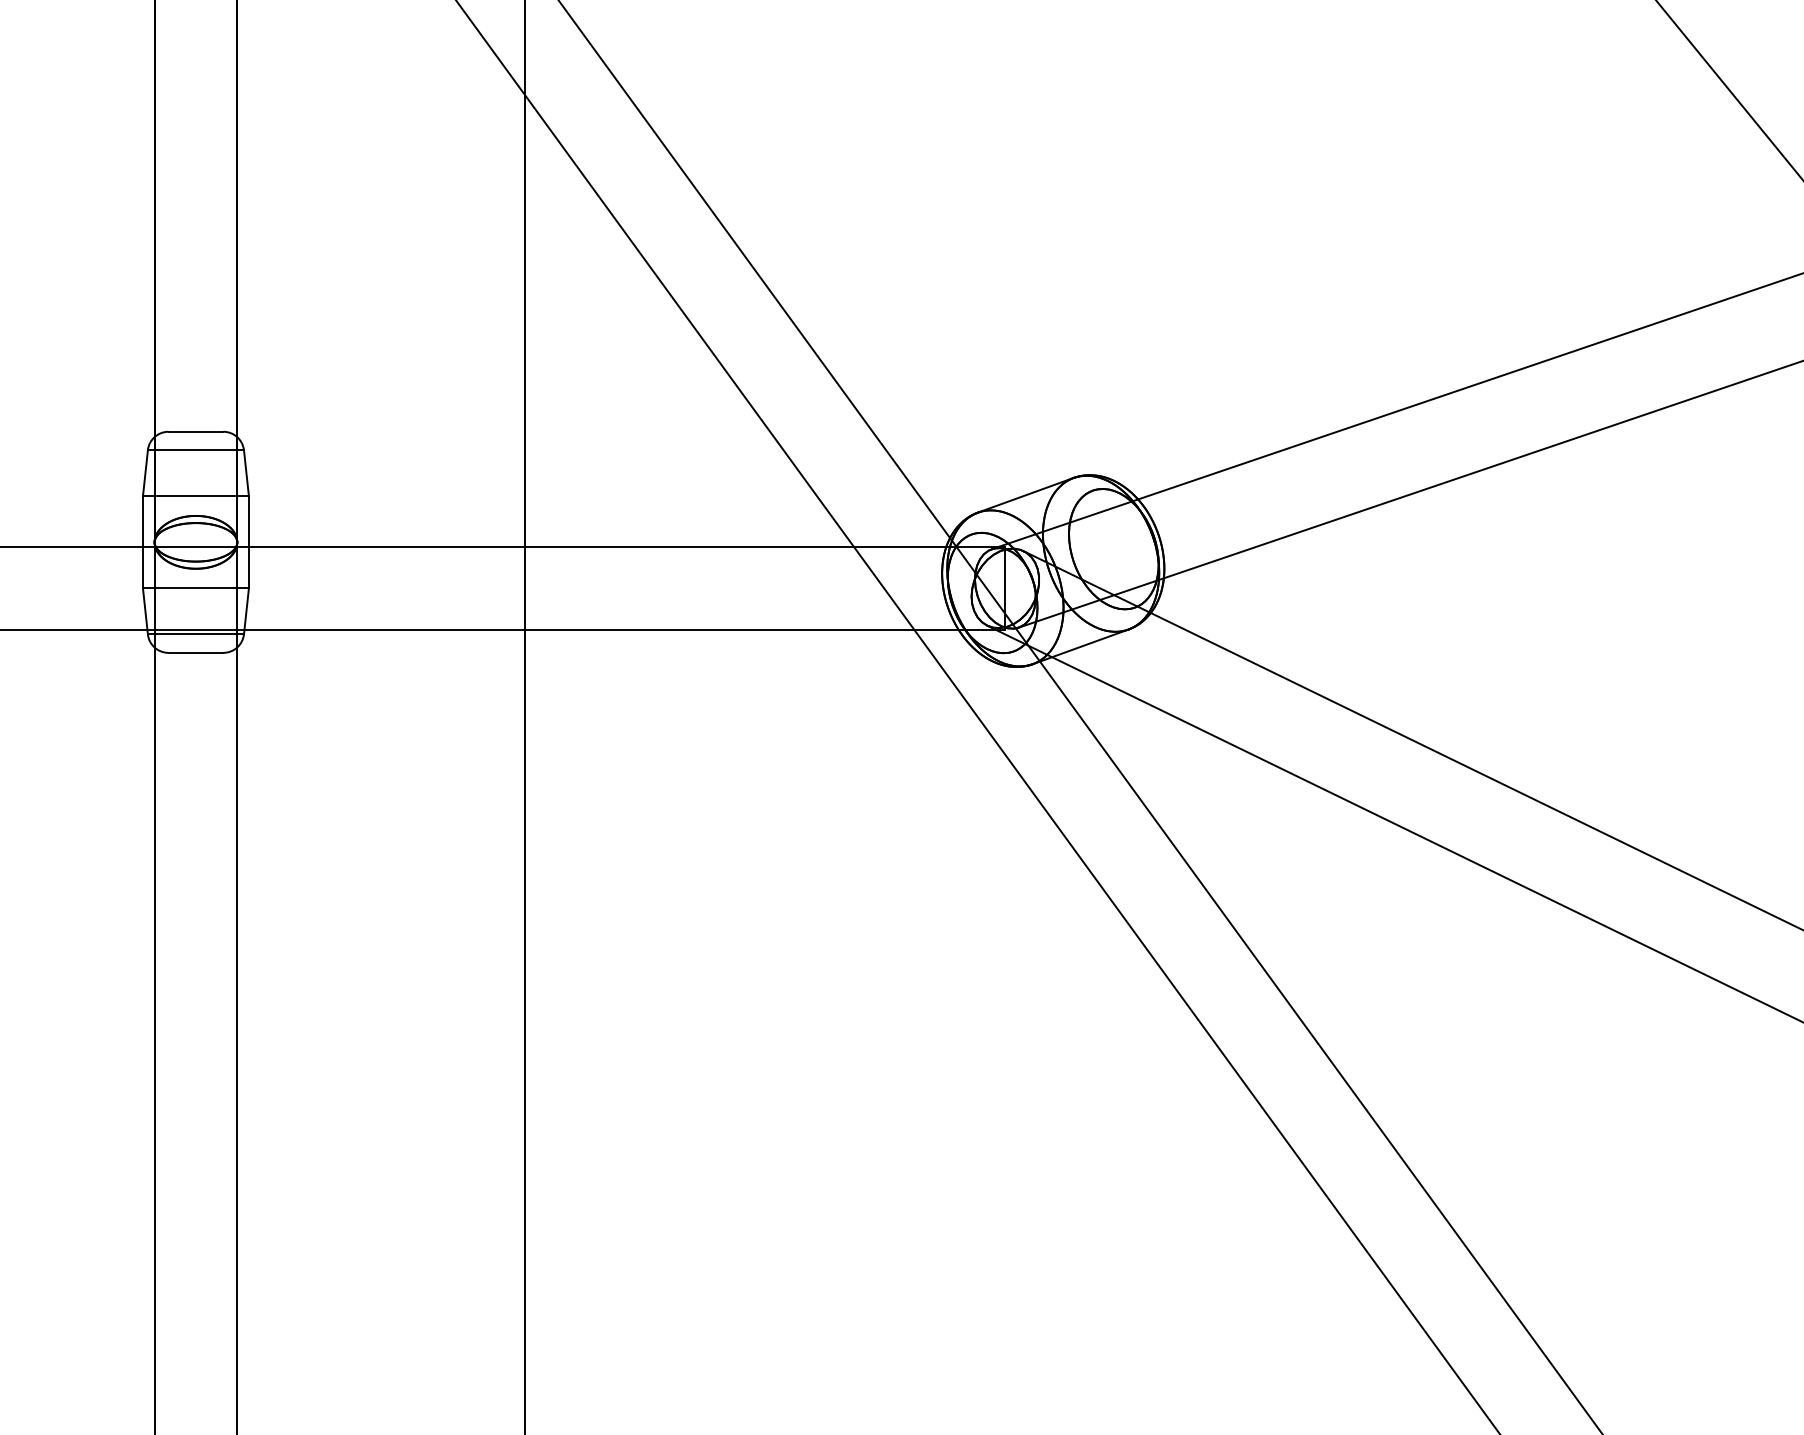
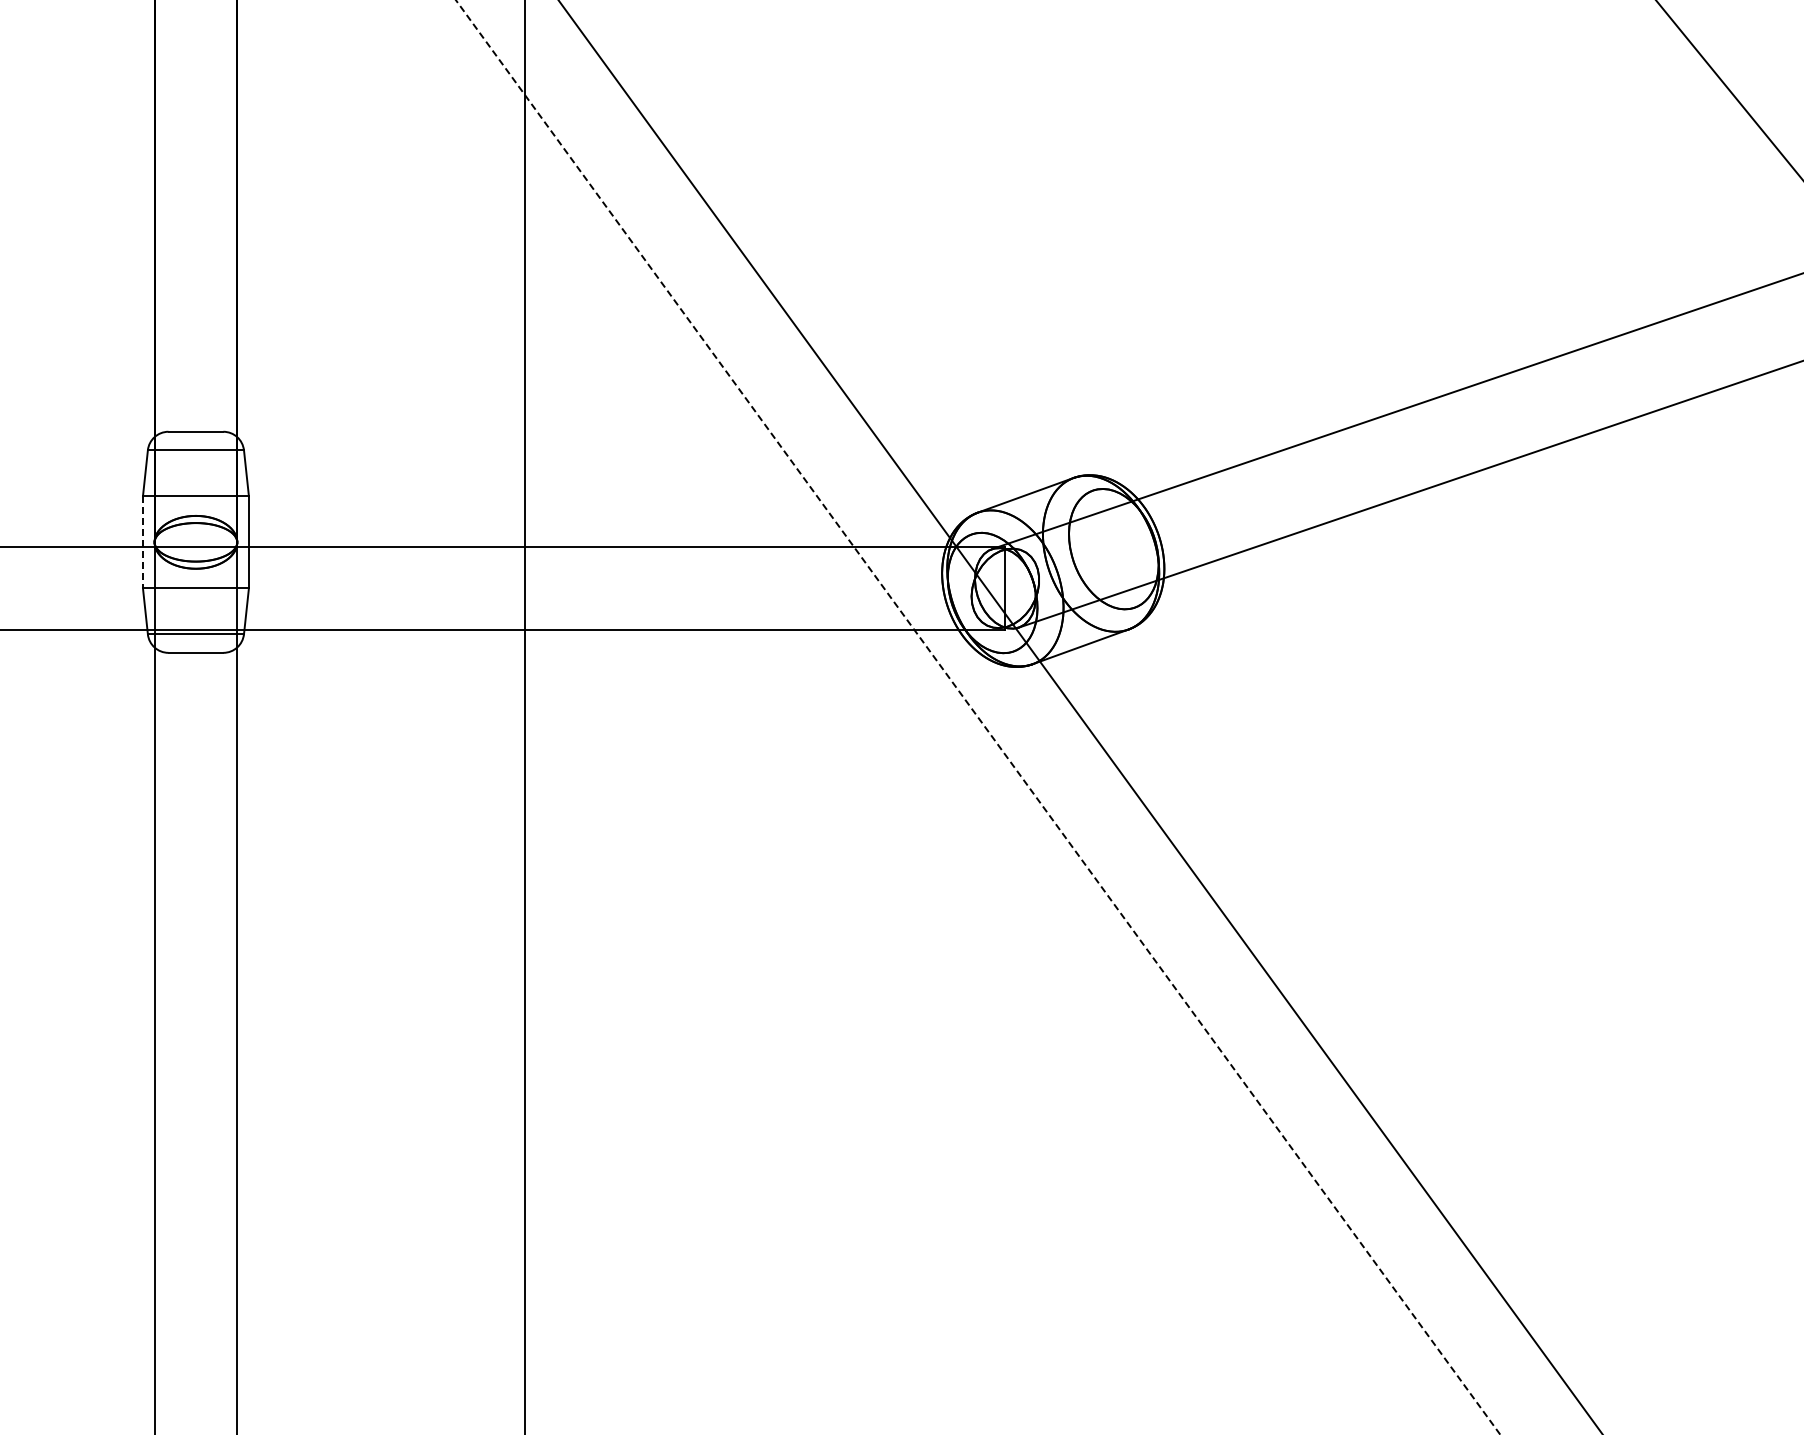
line at (142, 542): solid -> dashed
line at (978, 717): solid -> dashed
line at (1411, 740): present -> none
line at (1393, 823): present -> none
